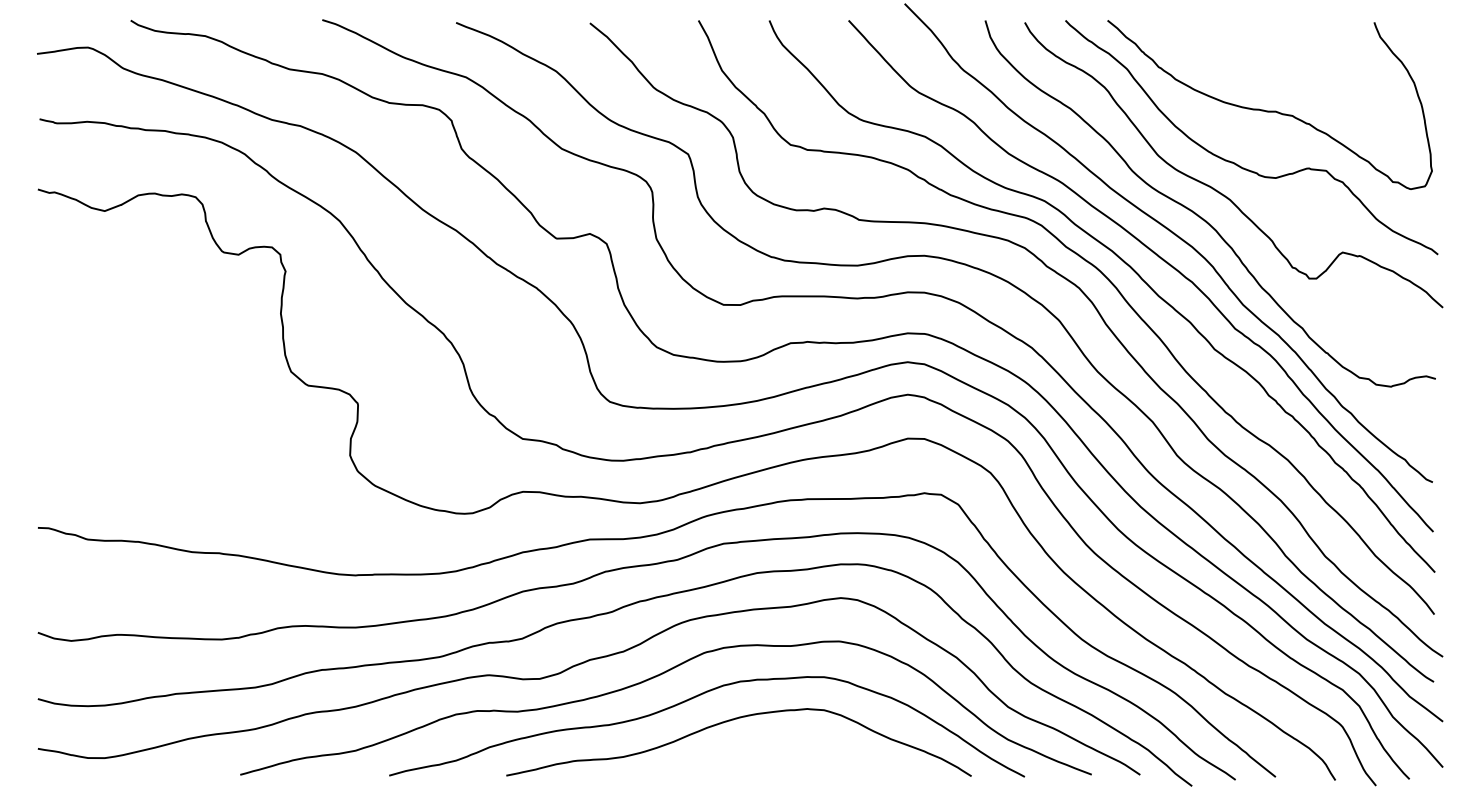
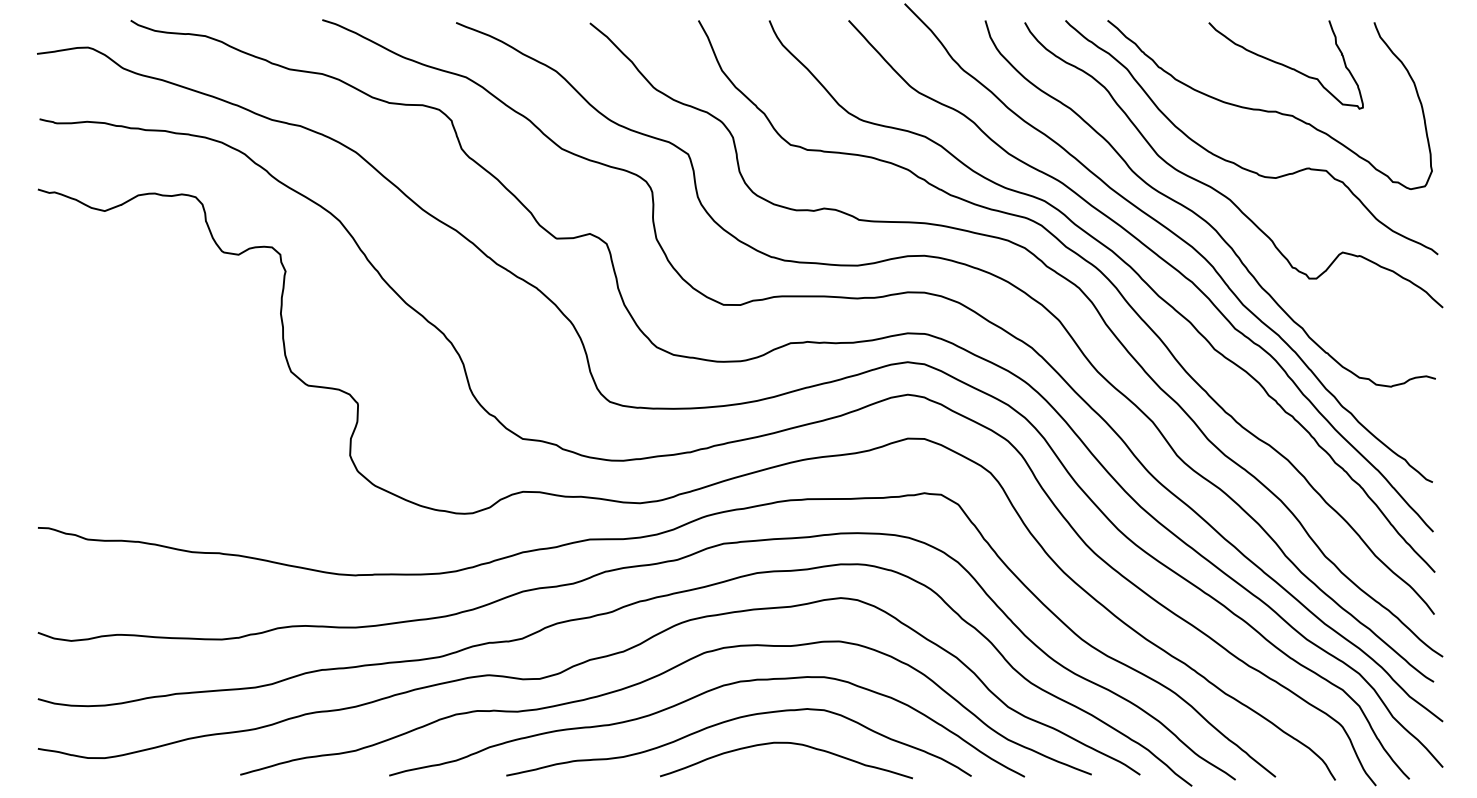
curve at (1284, 64): none -> present
curve at (786, 743): none -> present
